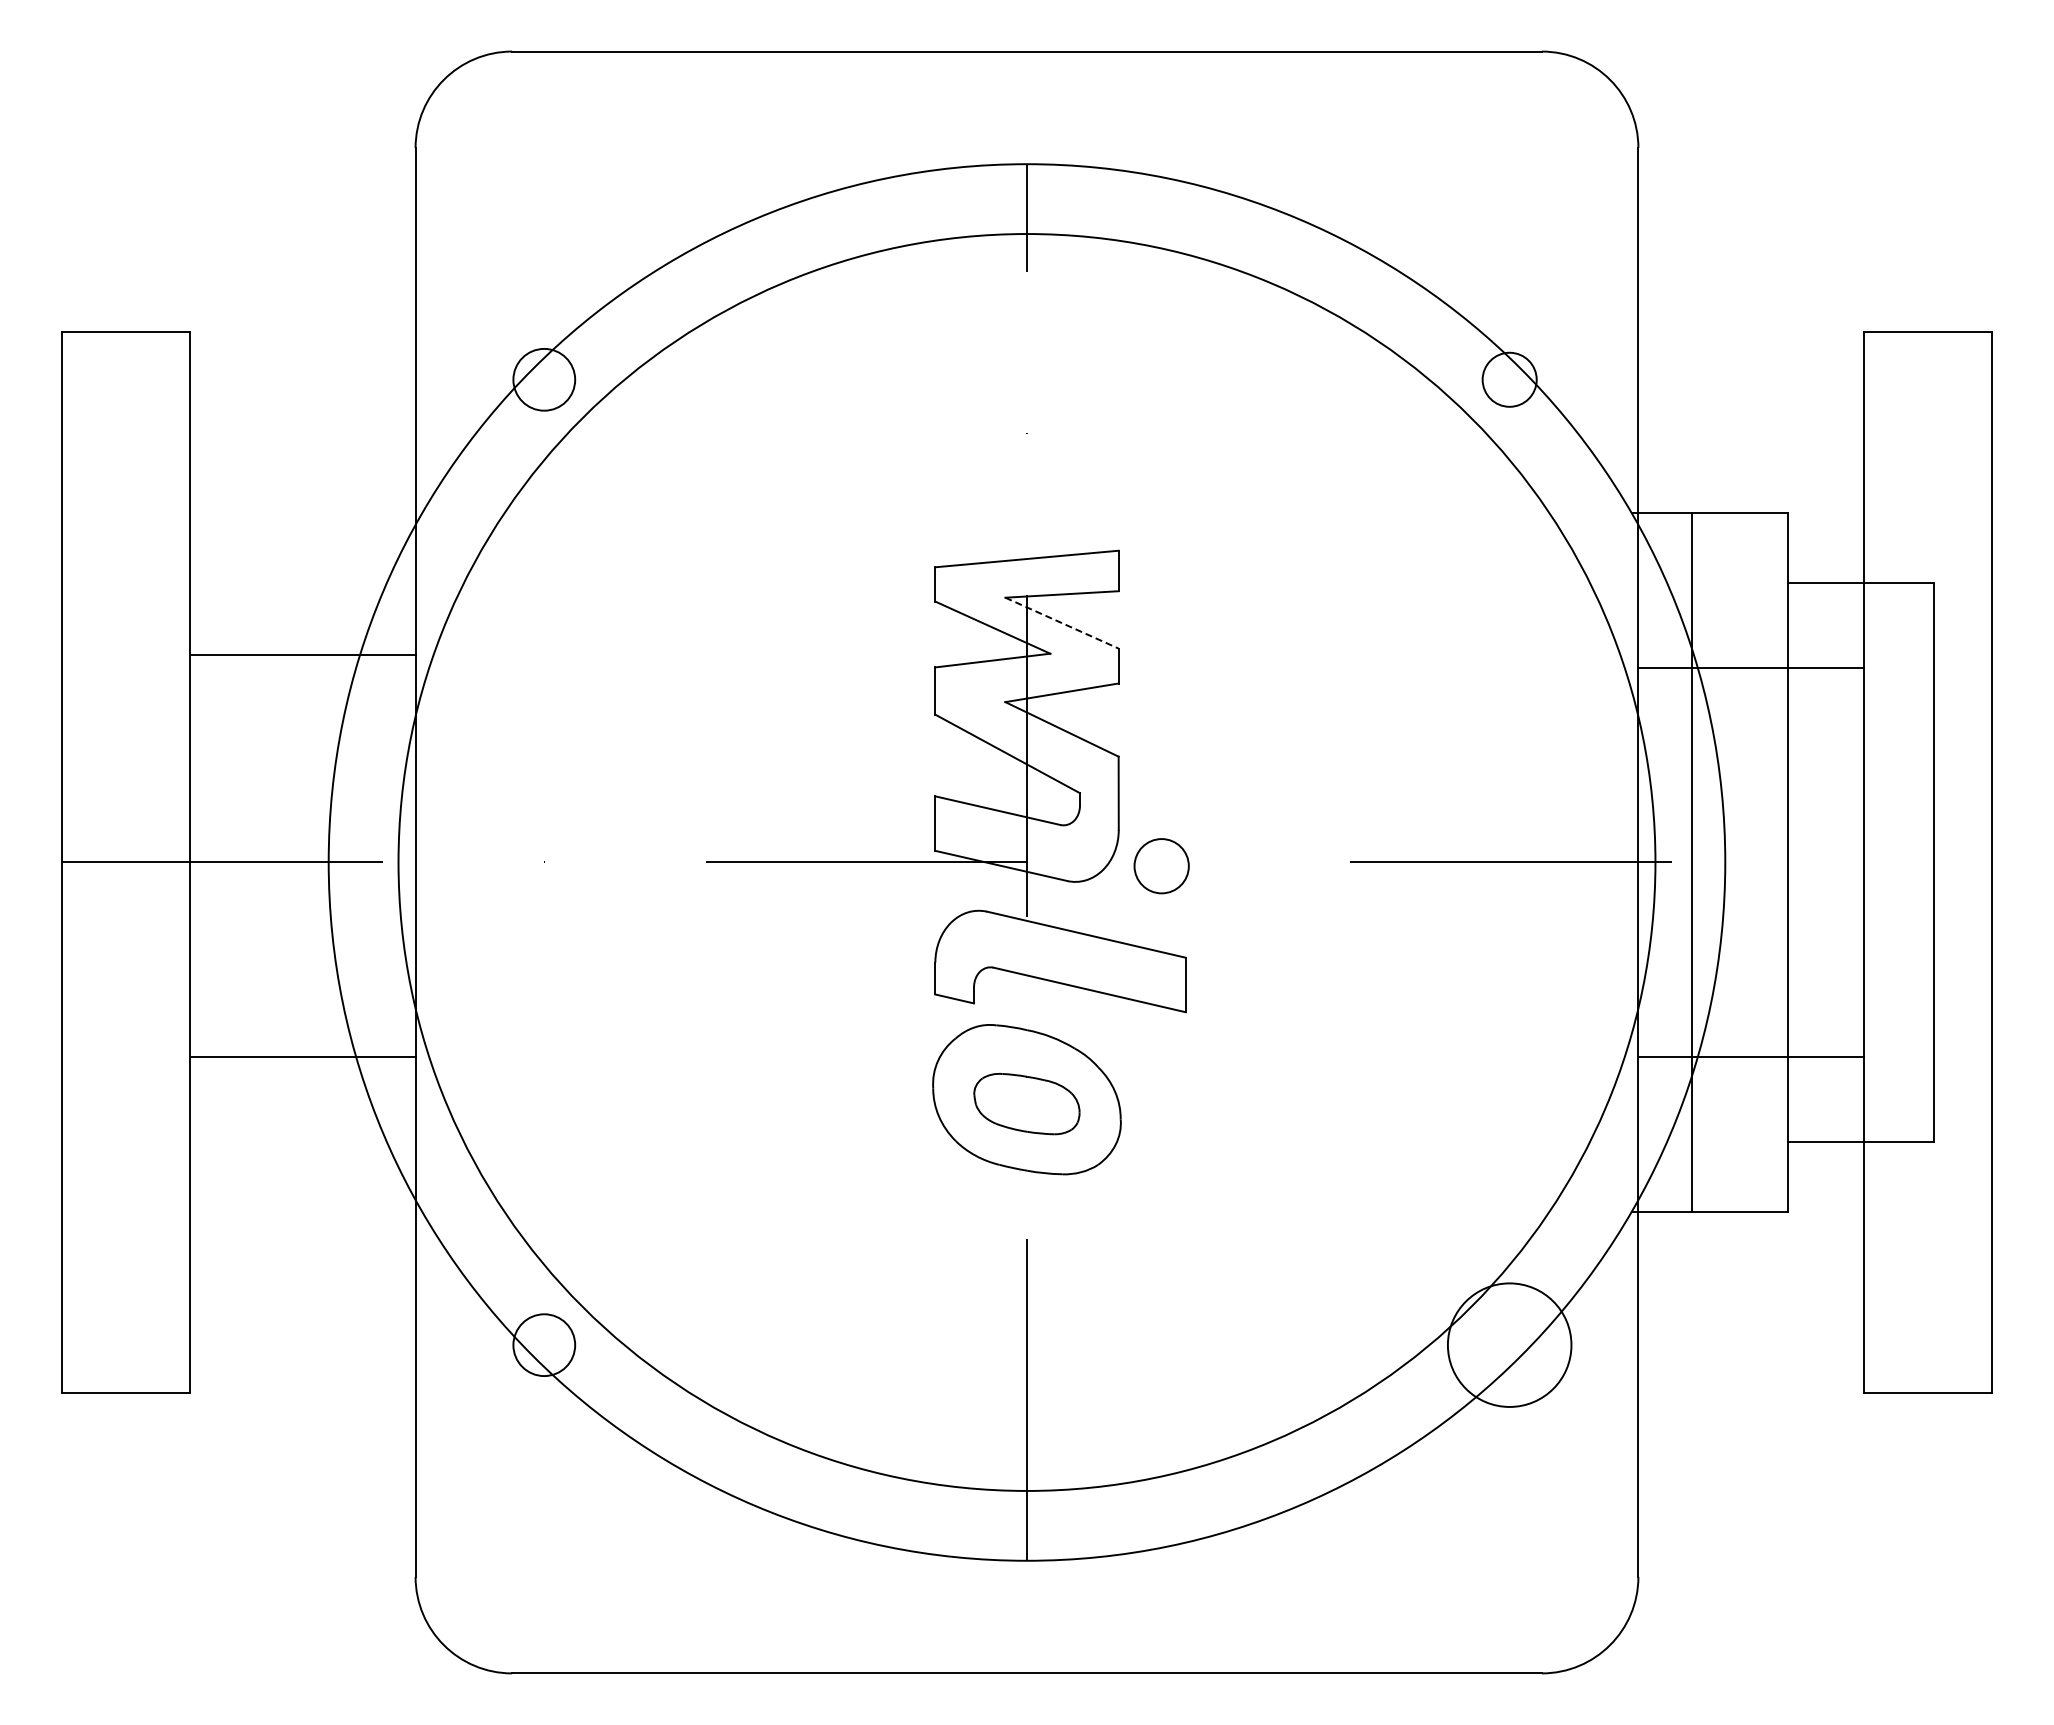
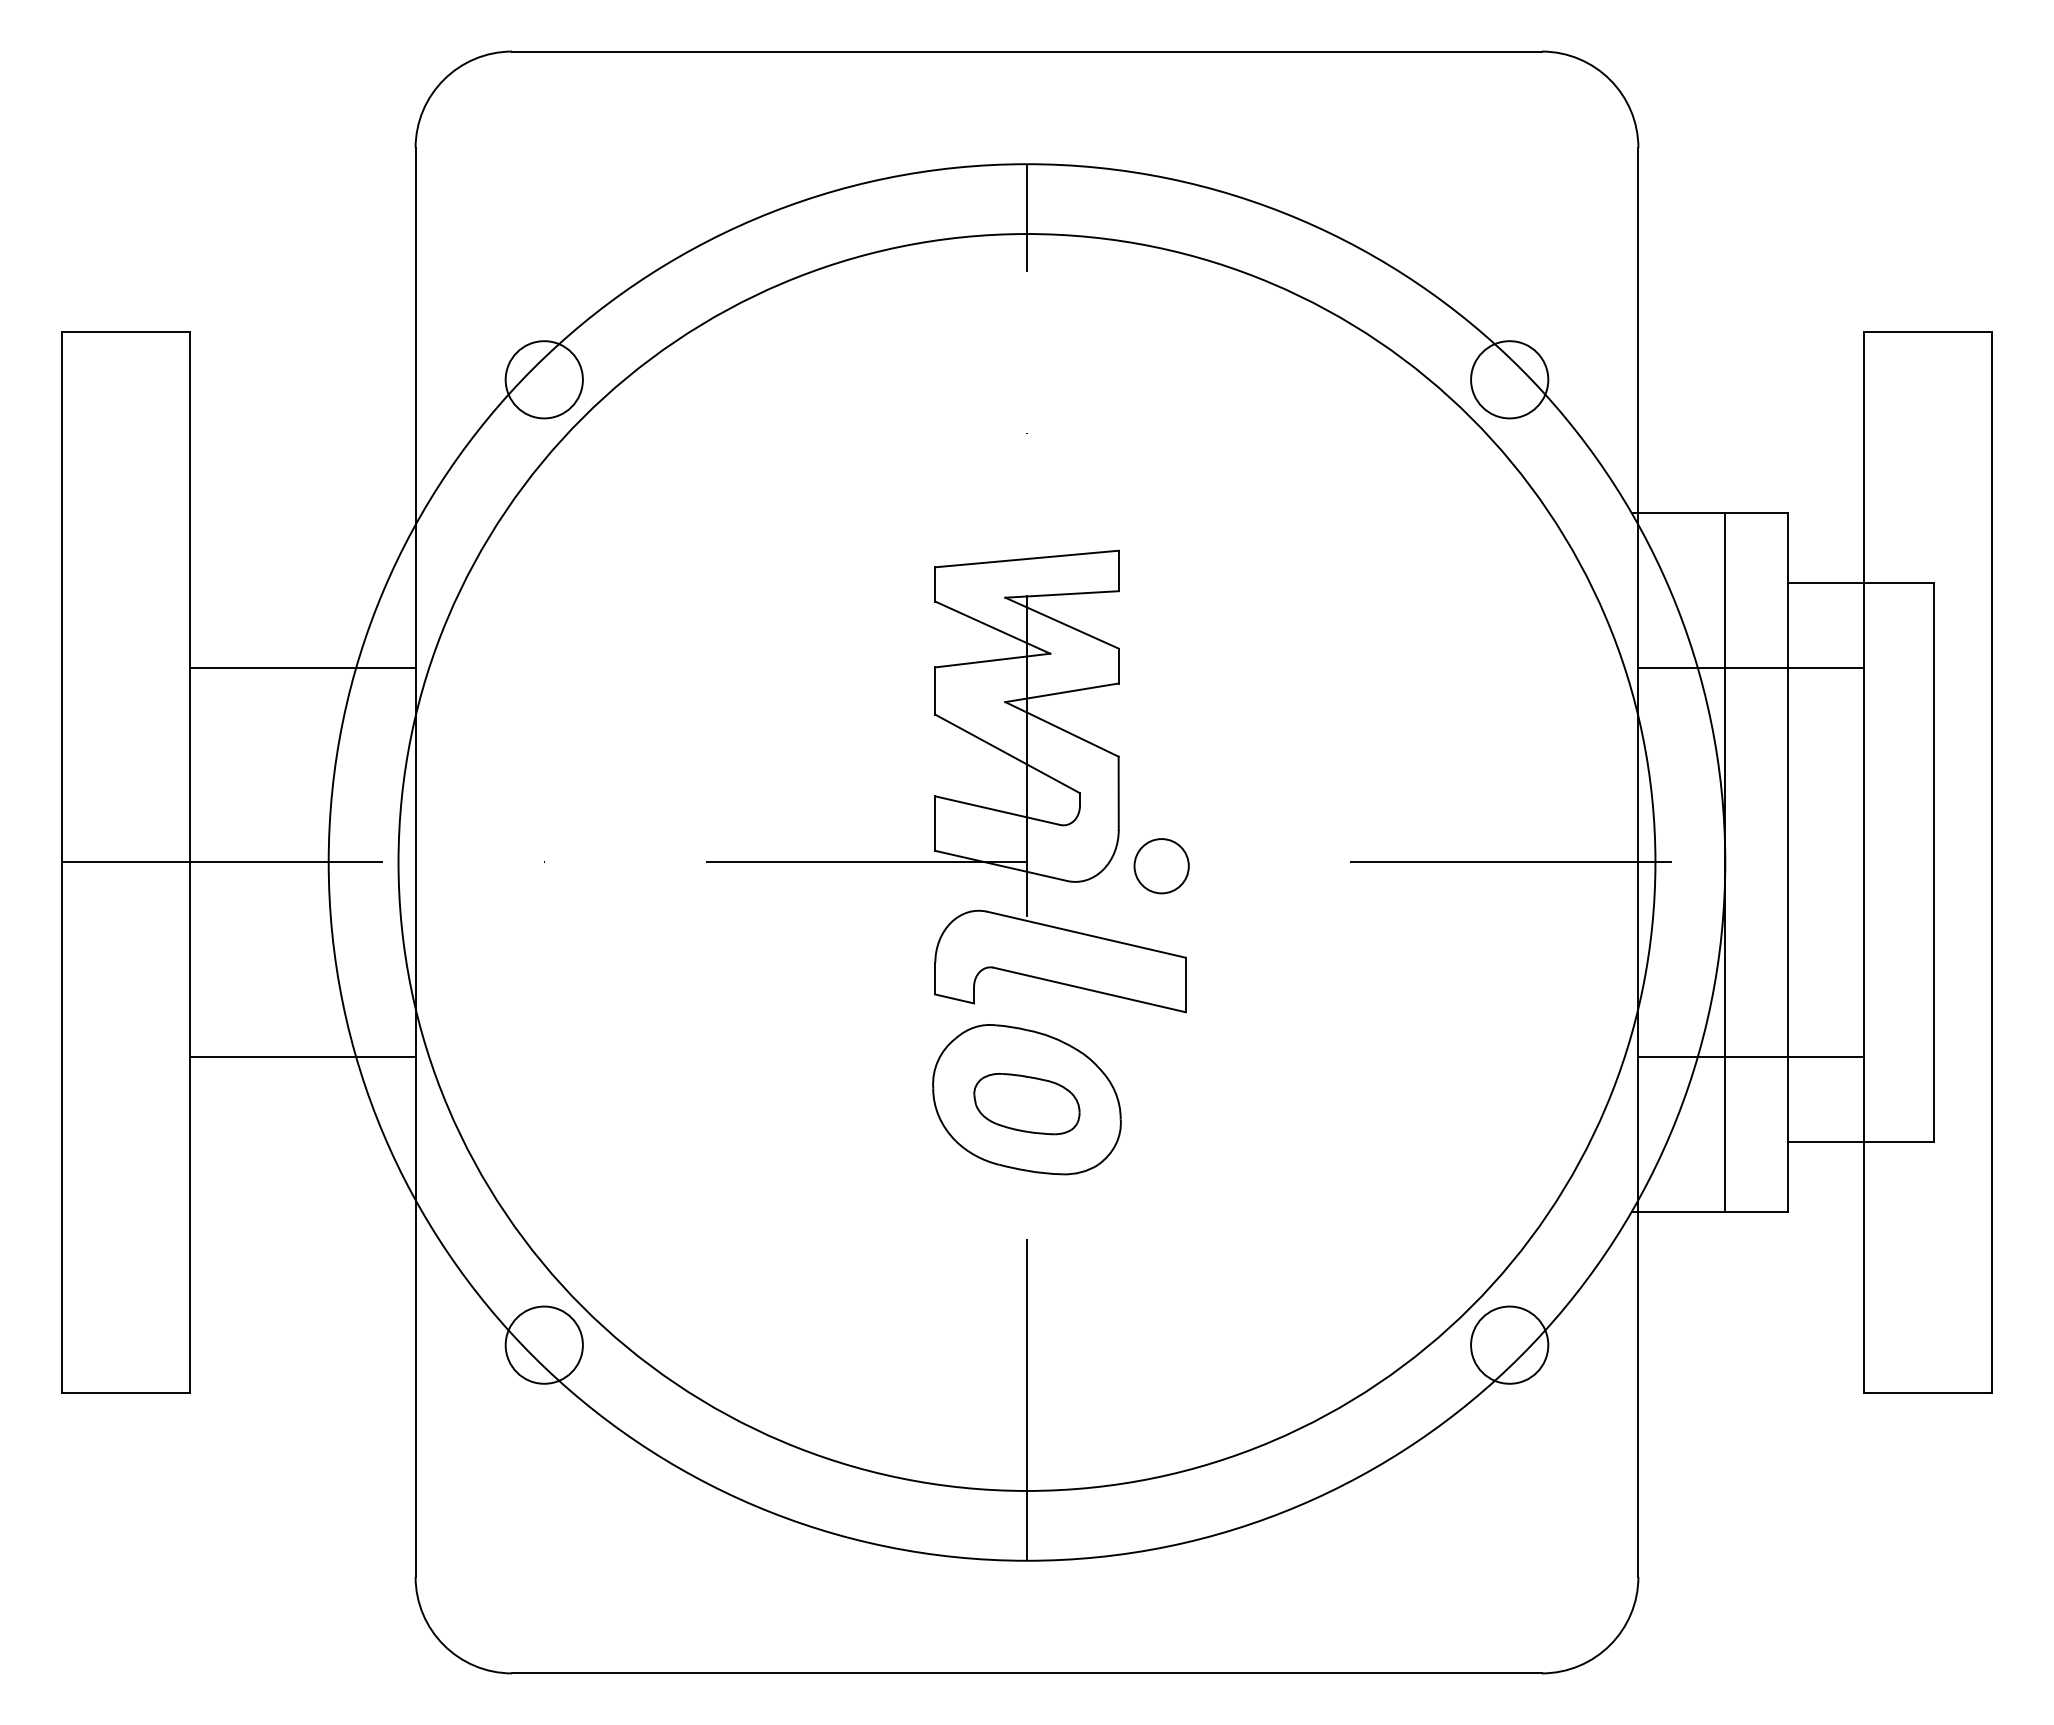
circle at (544, 379) diameter: 62 px -> 77 px
circle at (1509, 379) diameter: 54 px -> 77 px
line at (1062, 623): dashed -> solid
line at (302, 655) position: (302, 655) -> (302, 668)
line at (1692, 862) position: (1692, 862) -> (1725, 862)
circle at (1509, 1344) diameter: 124 px -> 77 px
circle at (544, 1345) diameter: 62 px -> 77 px
